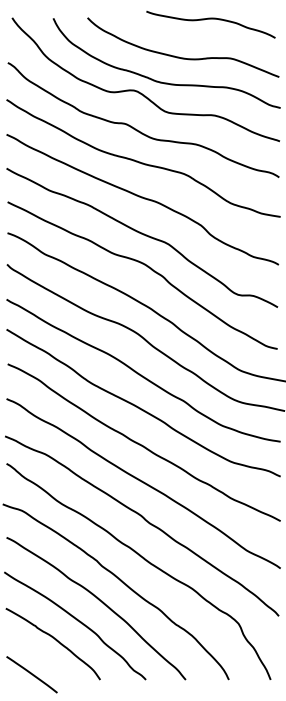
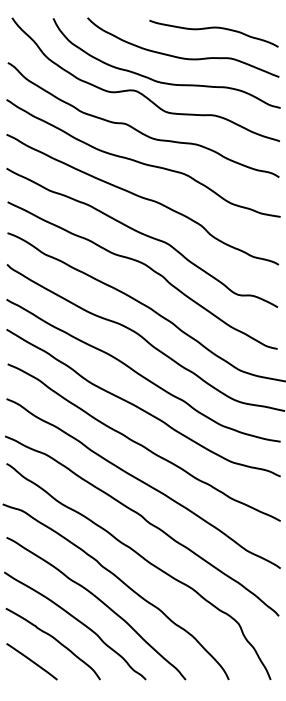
curve at (210, 19) position: (210, 19) -> (213, 28)
line at (31, 674) position: (31, 674) -> (31, 661)
